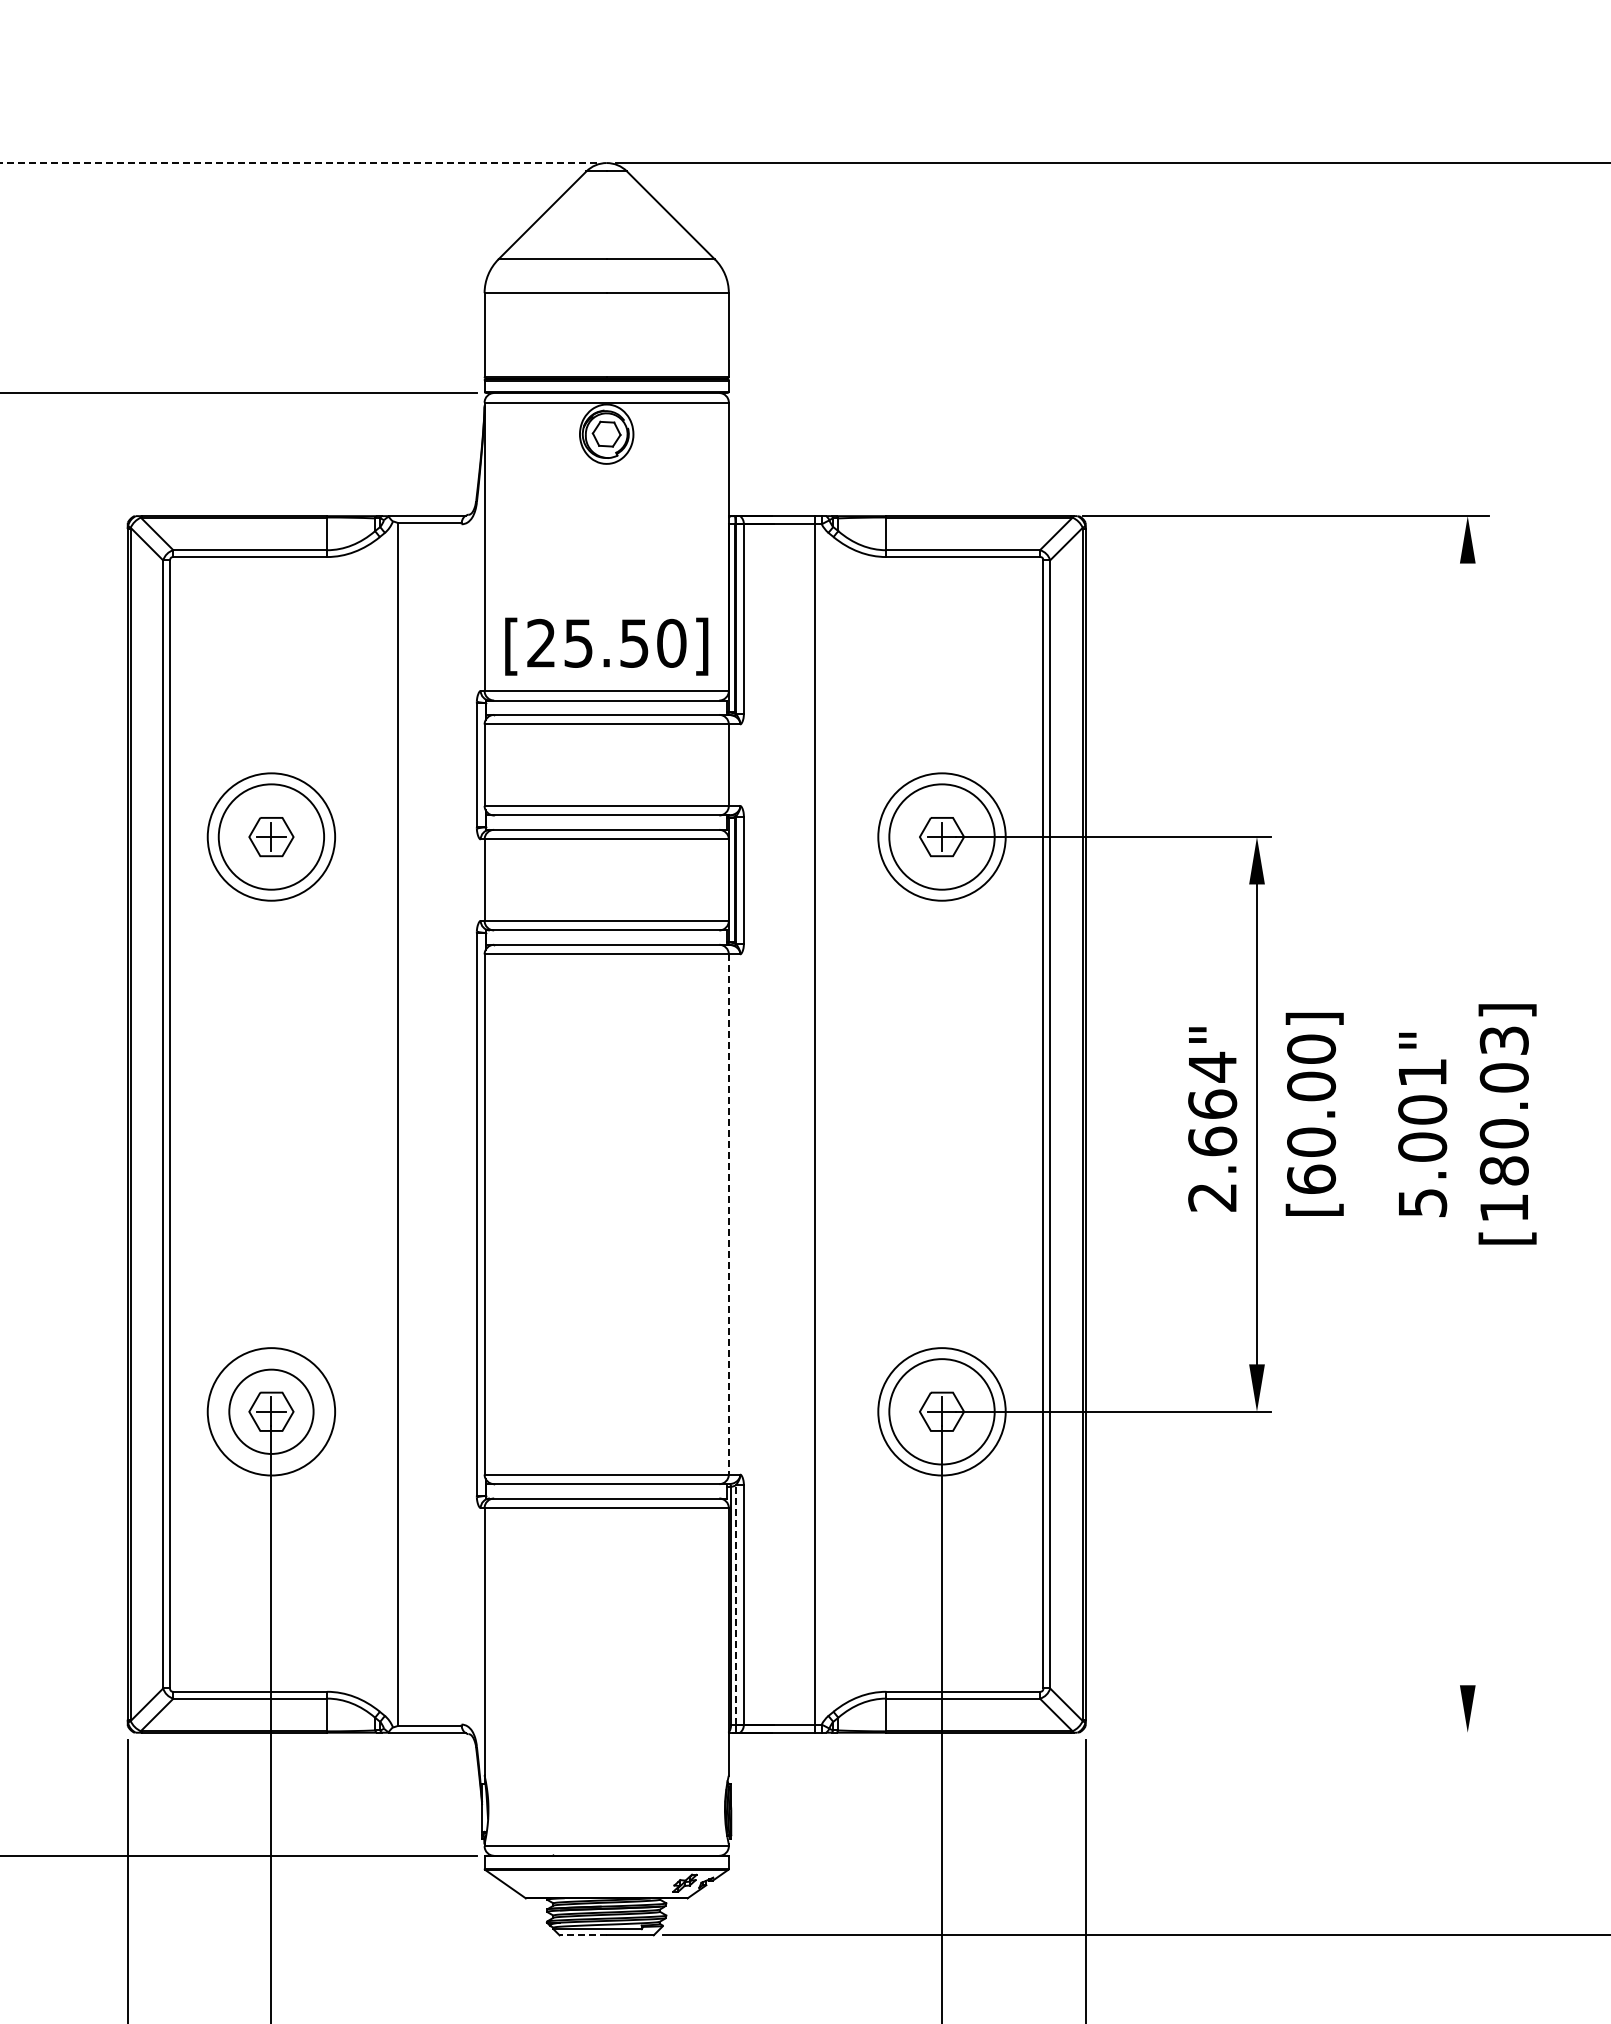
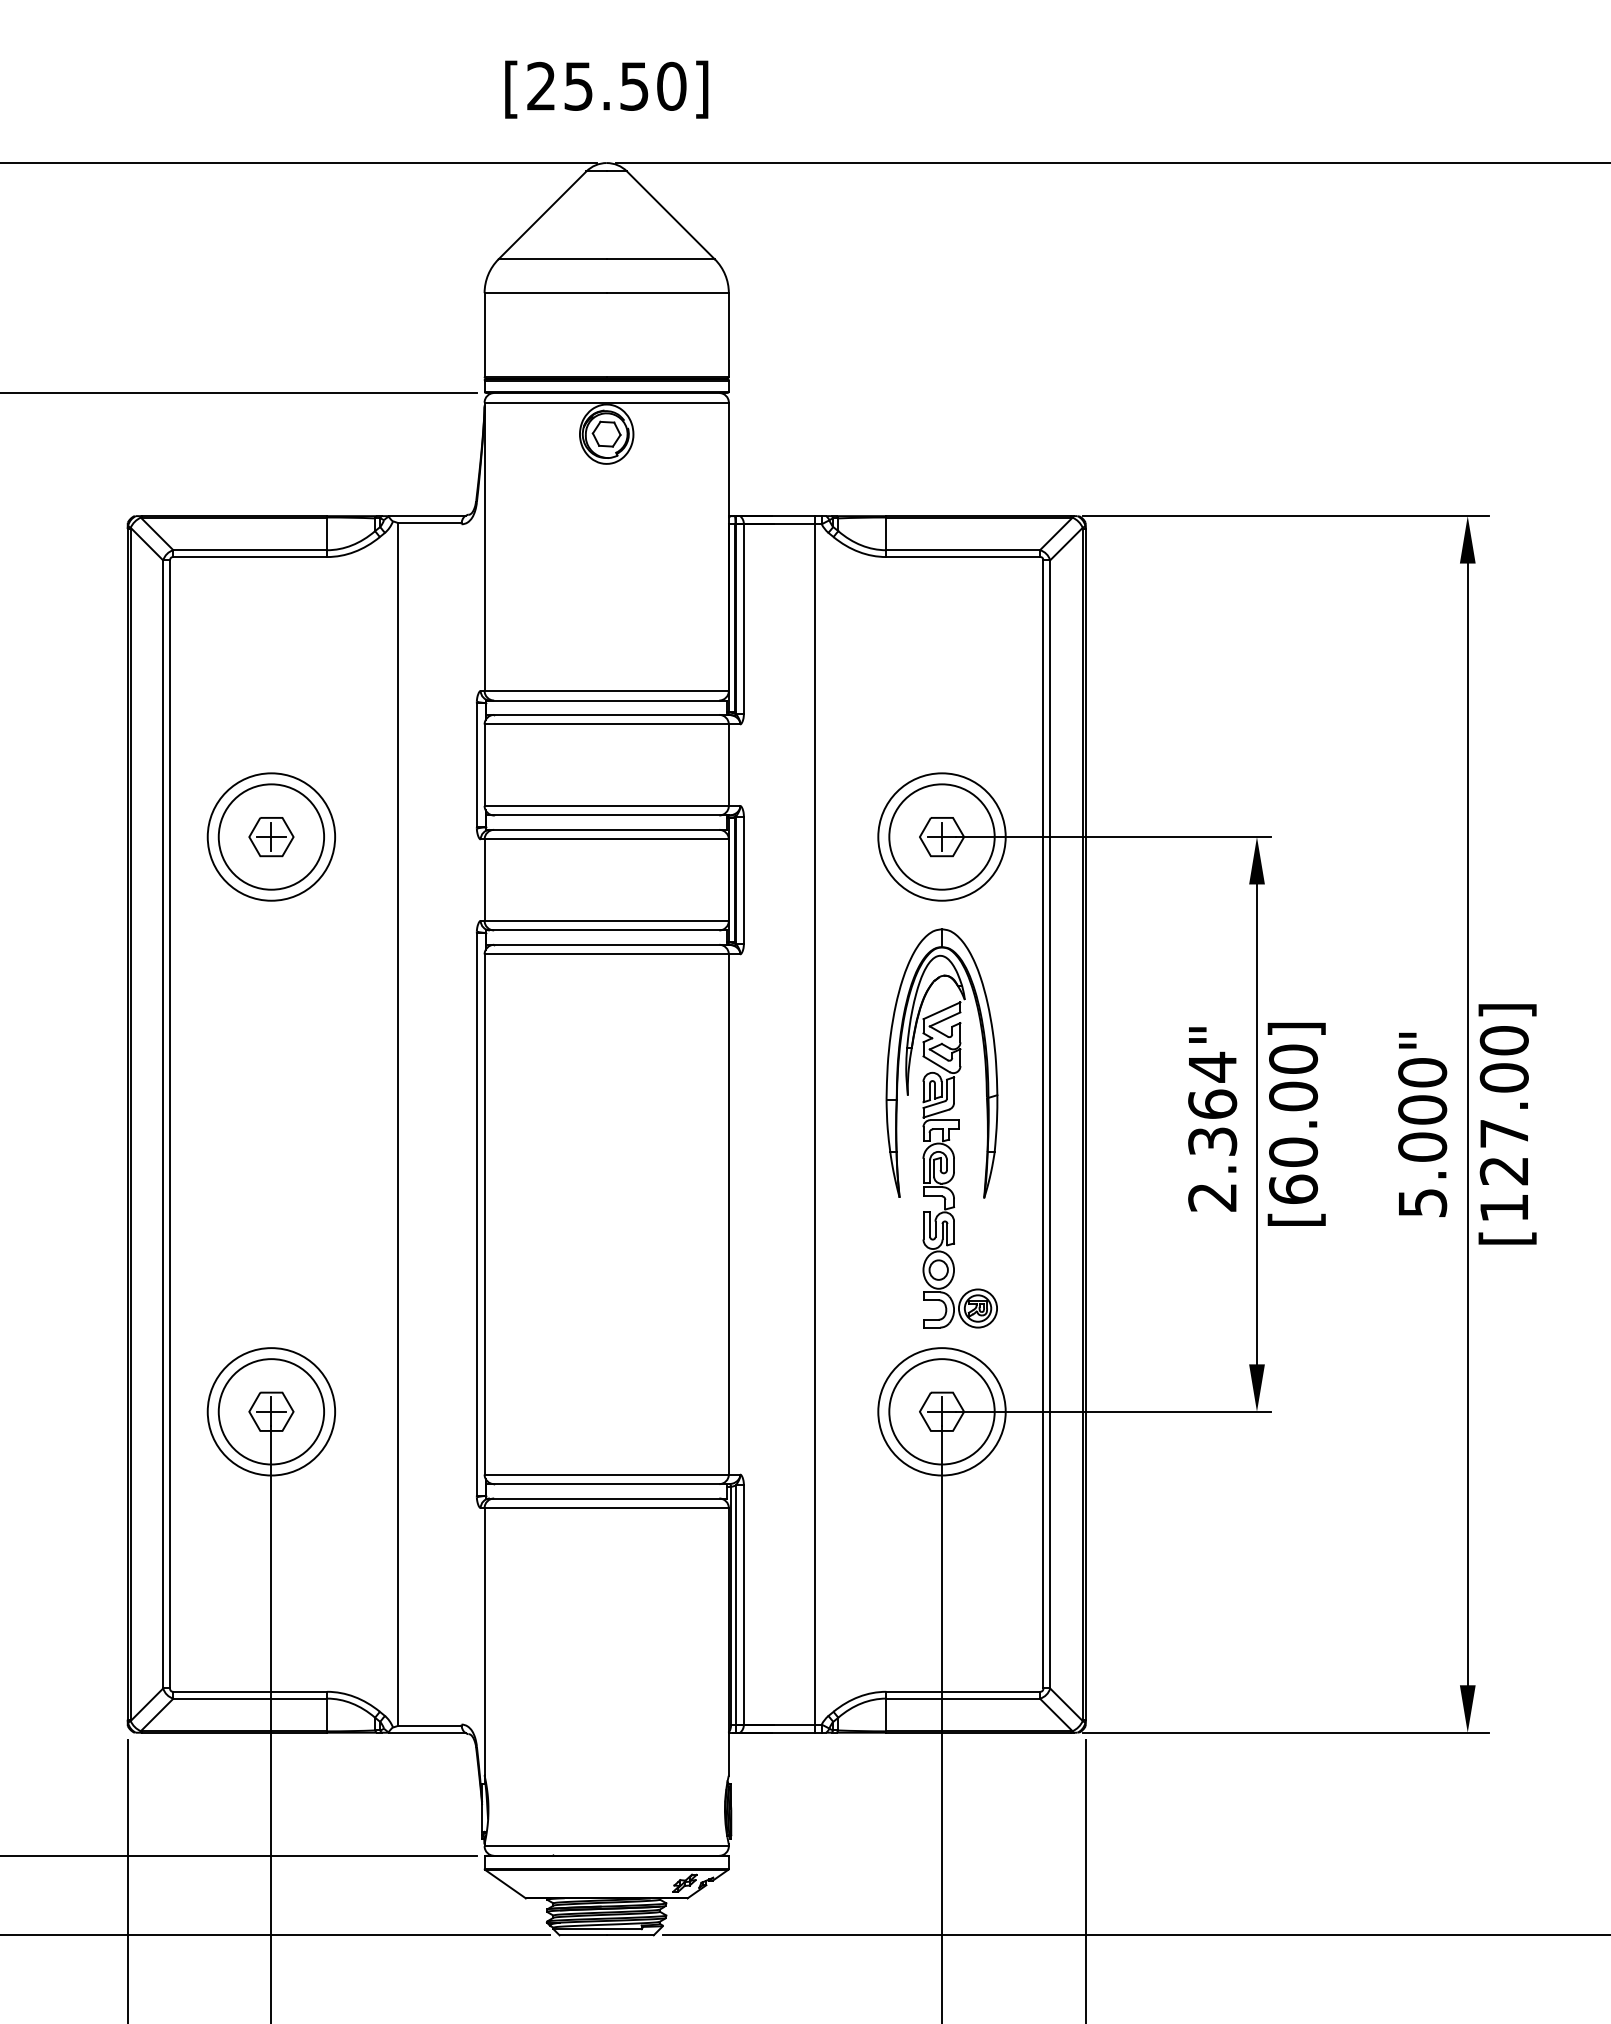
line at (298, 163): dashed -> solid
text at (606, 646) position: (606, 646) -> (606, 89)
text at (1422, 1072): 5.001" -> 5.000"
text at (1503, 1105): [180.03] -> [127.00]
text at (1314, 1113) position: (1314, 1113) -> (1296, 1123)
line at (1467, 1123): none -> present
part at (941, 1128): none -> present
text at (1212, 1141): 2.664" -> 2.364"
line at (728, 1214): dashed -> solid
circle at (271, 1411) diameter: 84 px -> 105 px
line at (736, 1604): dashed -> solid
line at (1286, 1732): none -> present
line at (276, 1935): none -> present
line at (583, 1935): dashed -> solid
